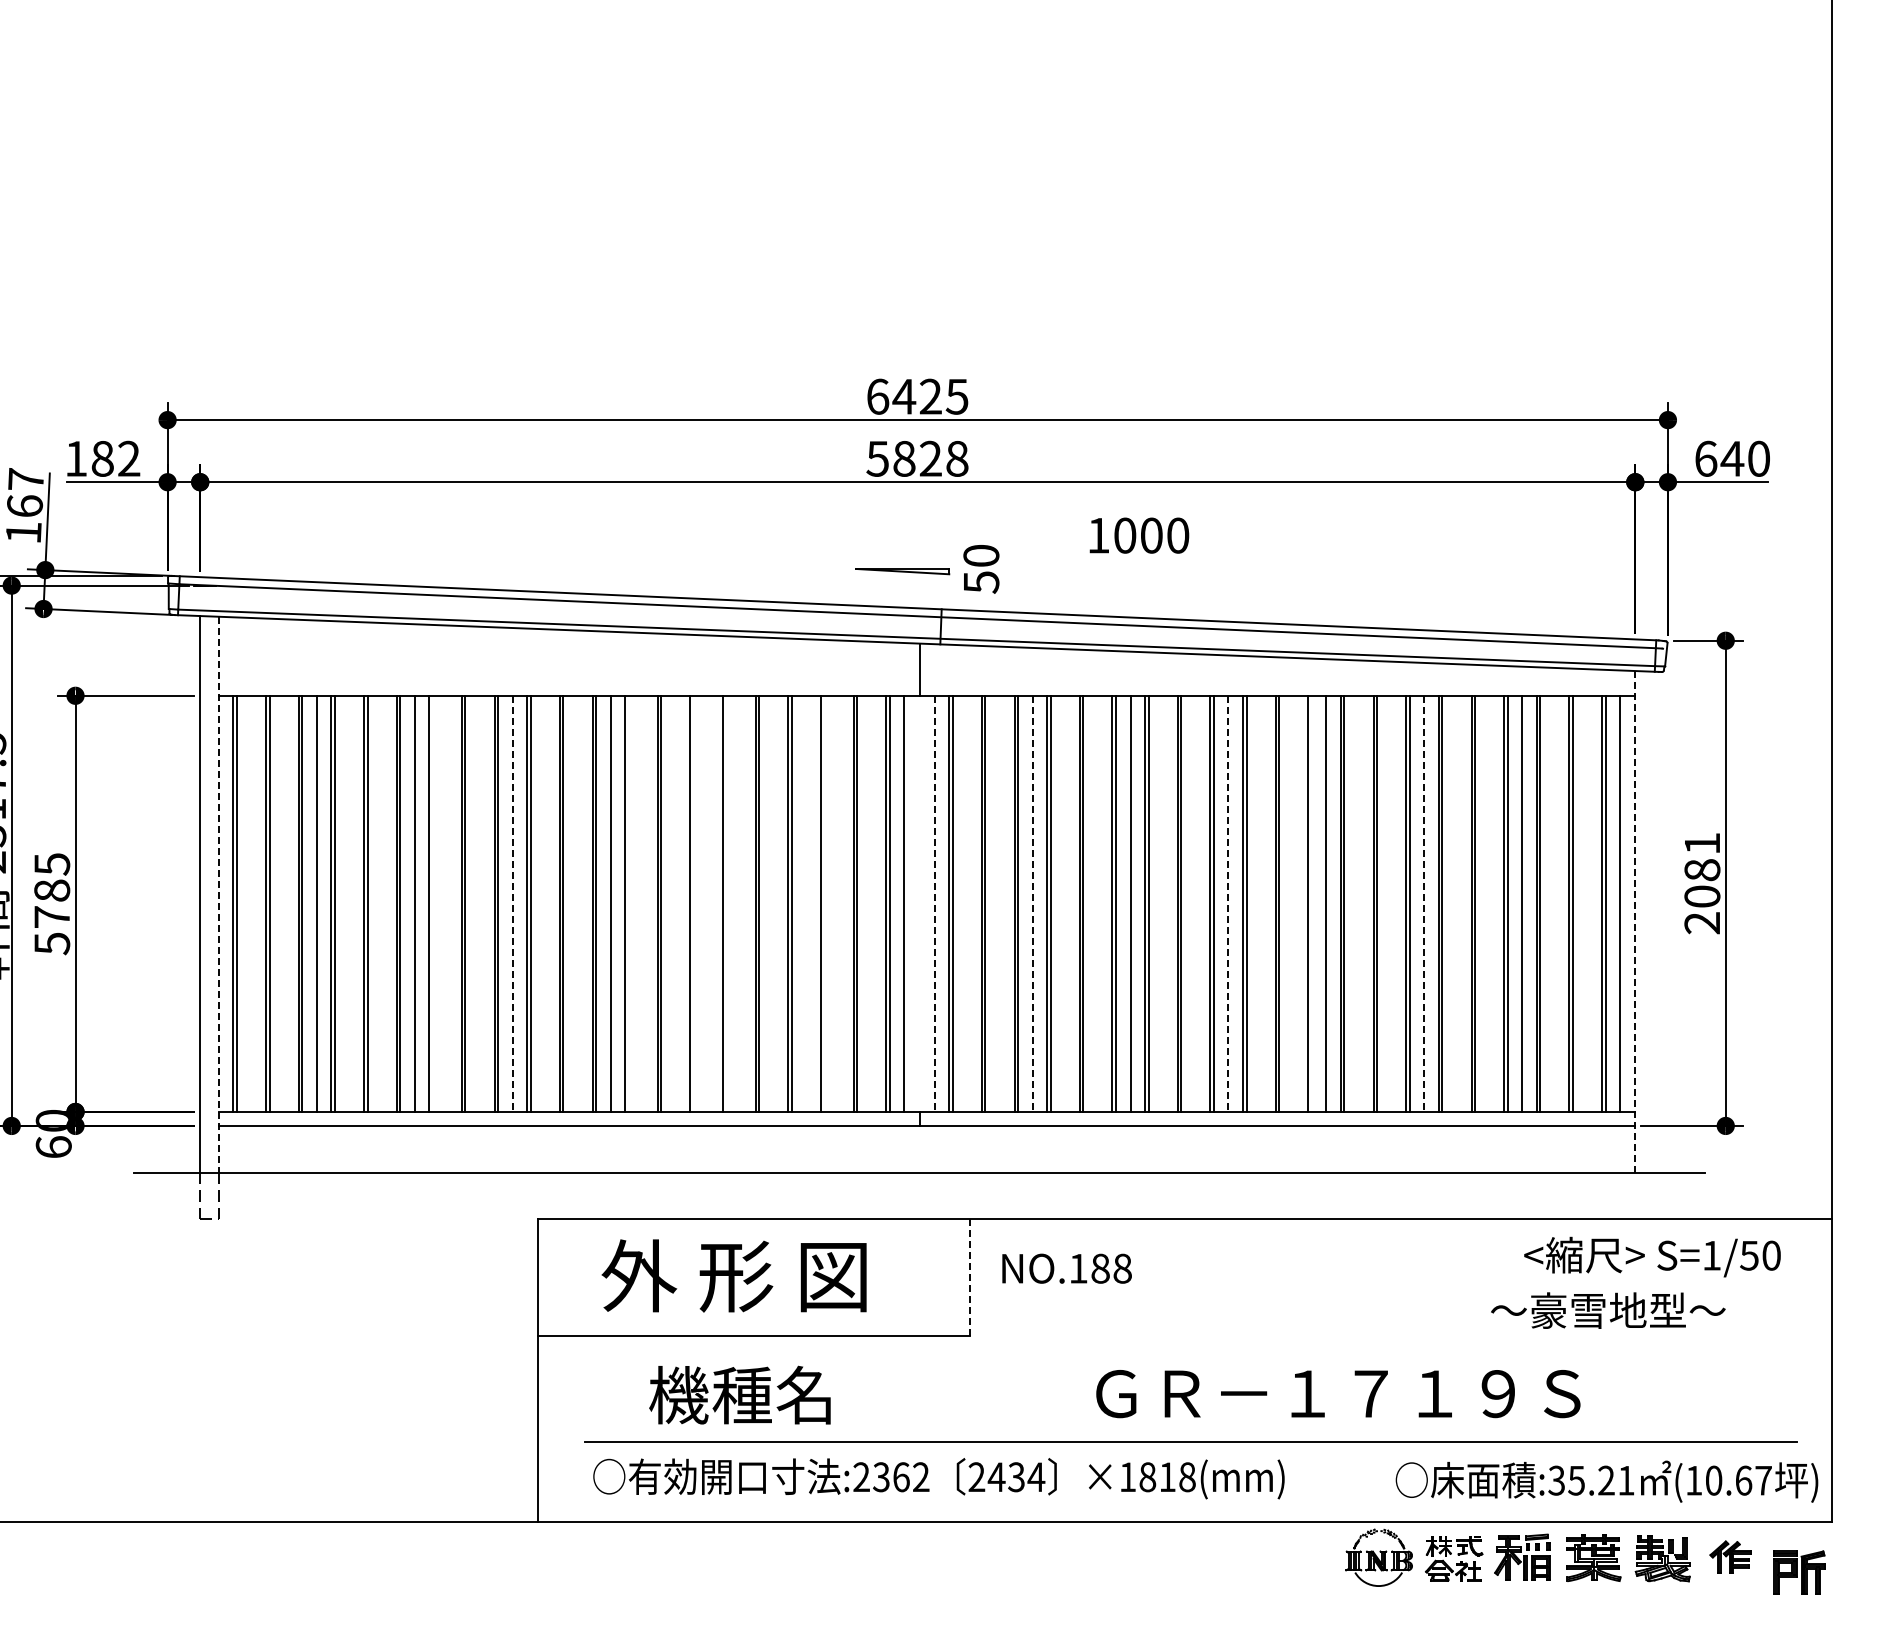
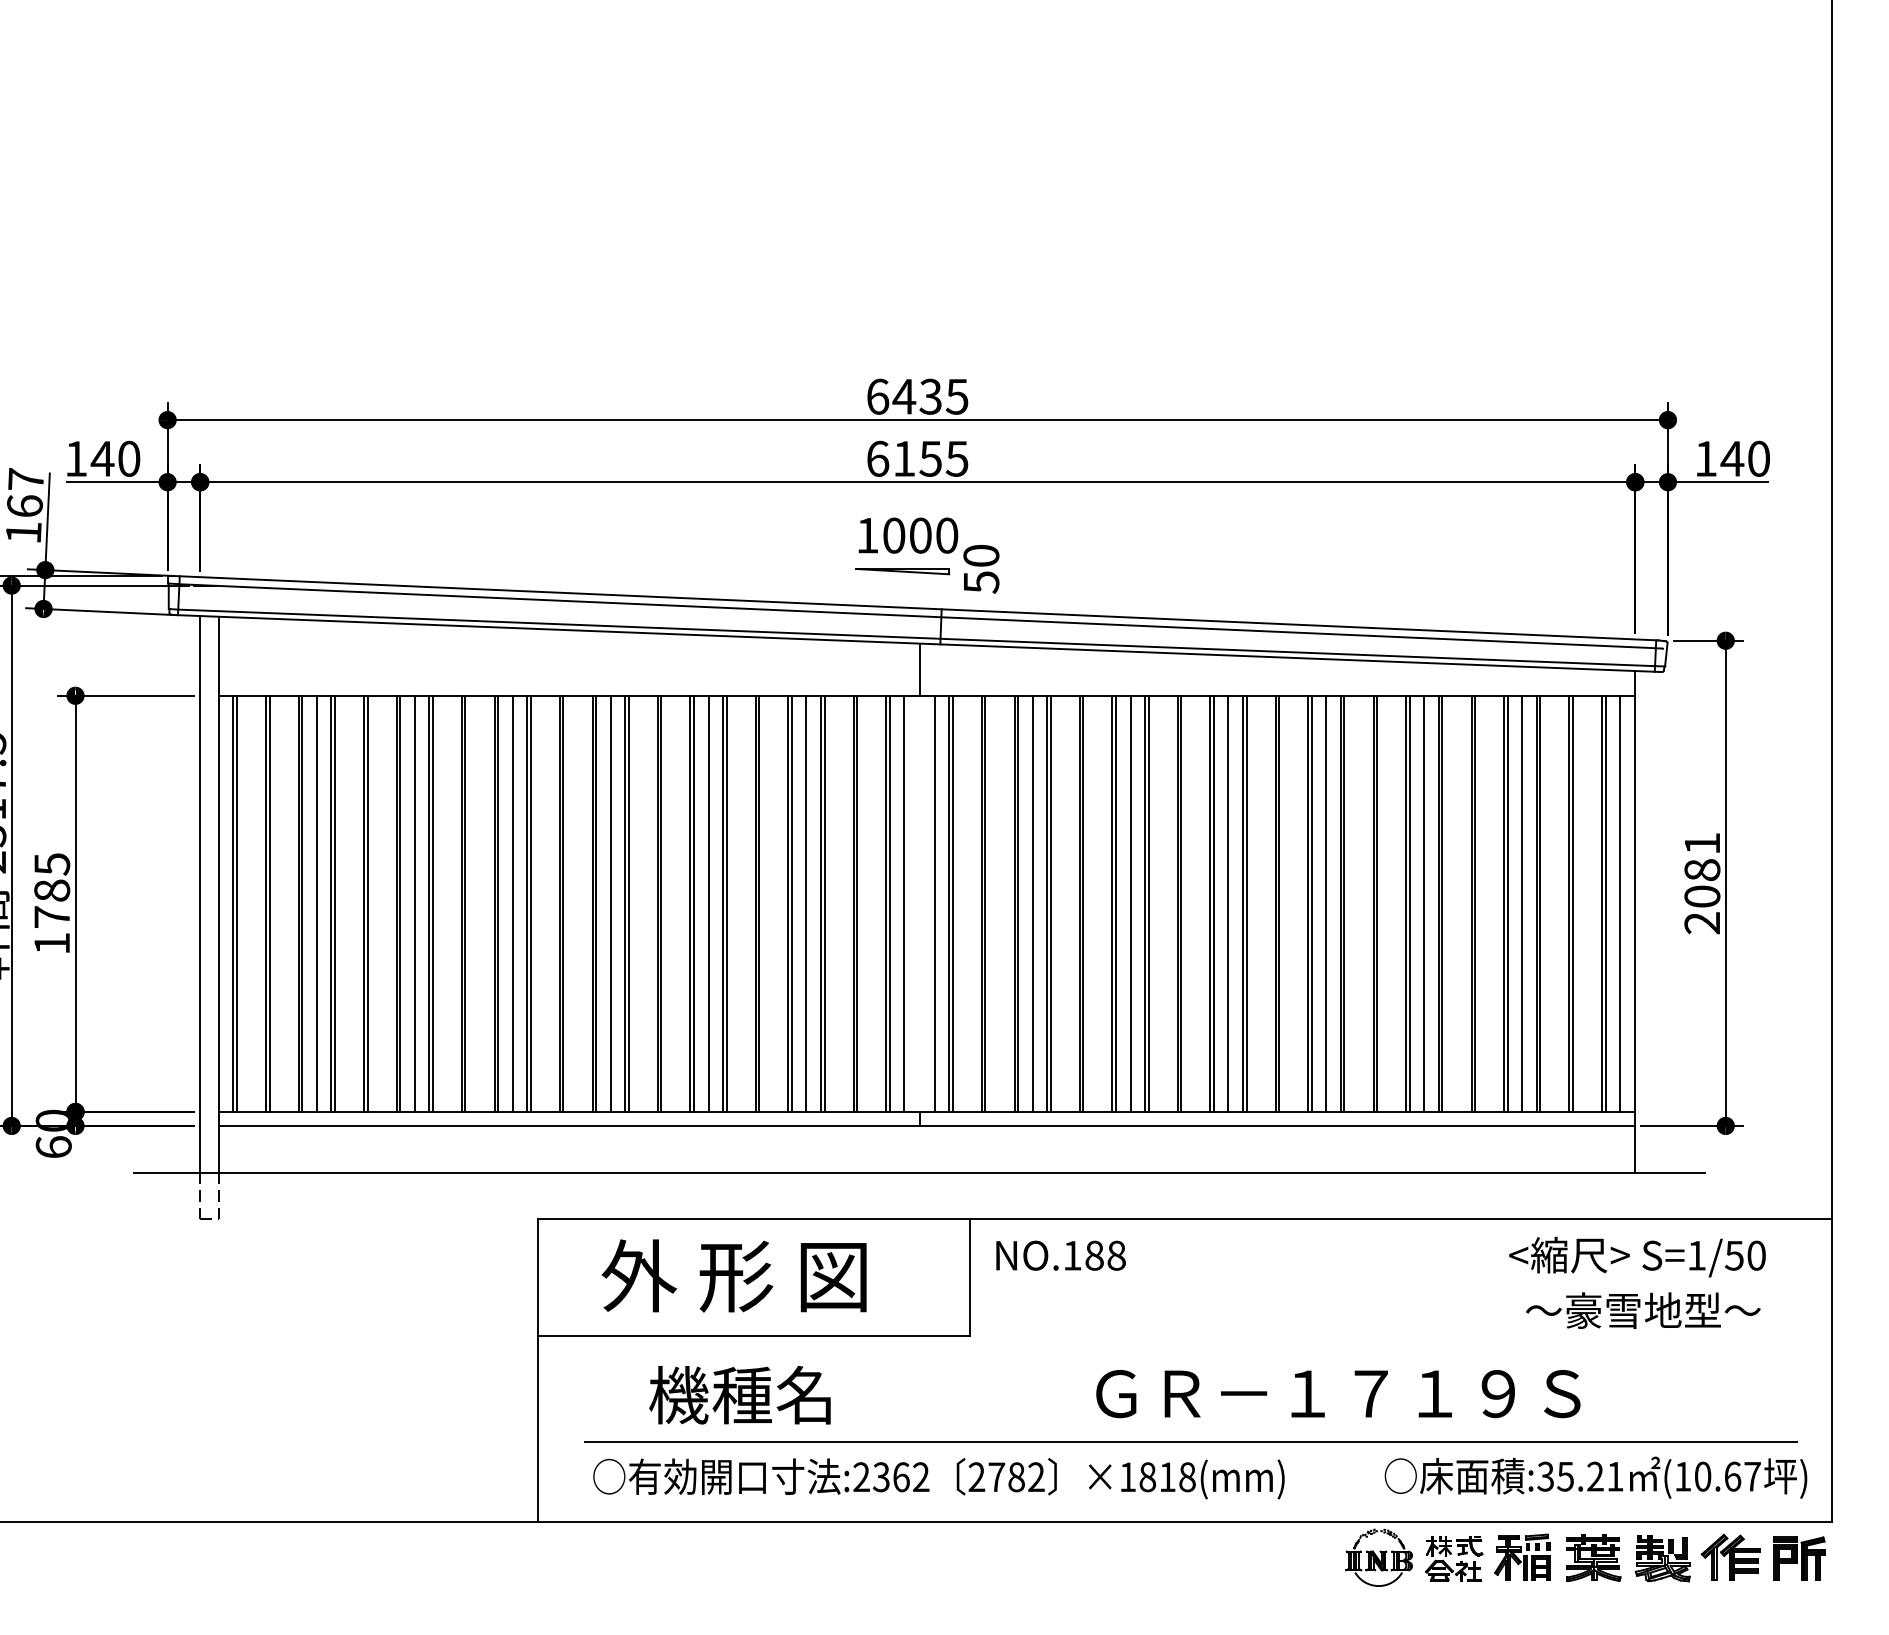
text at (930, 396): 6425 -> 6435
text at (115, 458): 182 -> 140
text at (917, 458): 5828 -> 6155
text at (1706, 458): 640 -> 140
text at (1139, 535) position: (1139, 535) -> (908, 535)
line at (218, 894): dashed -> solid
line at (432, 903): none -> present
line at (628, 903): none -> present
line at (693, 903): none -> present
line at (708, 903): none -> present
line at (726, 903): none -> present
line at (806, 903): none -> present
line at (824, 903): none -> present
line at (1311, 903): none -> present
line at (512, 904): dashed -> solid
line at (934, 904): dashed -> solid
line at (1032, 904): dashed -> solid
line at (1228, 904): dashed -> solid
line at (1424, 904): dashed -> solid
line at (1635, 921): dashed -> solid
text at (52, 943): 5785 -> 1785
text at (1652, 1256) position: (1652, 1256) -> (1637, 1256)
text at (1066, 1268) position: (1066, 1268) -> (1060, 1255)
line at (969, 1278): dashed -> solid
text at (1608, 1310) position: (1608, 1310) -> (1643, 1310)
text at (1016, 1477): 2434 -> 2782
text at (1606, 1481) position: (1606, 1481) -> (1595, 1477)
part at (1730, 1556) size: 43x34 px -> 61x48 px
part at (1799, 1572) position: (1799, 1572) -> (1799, 1558)
